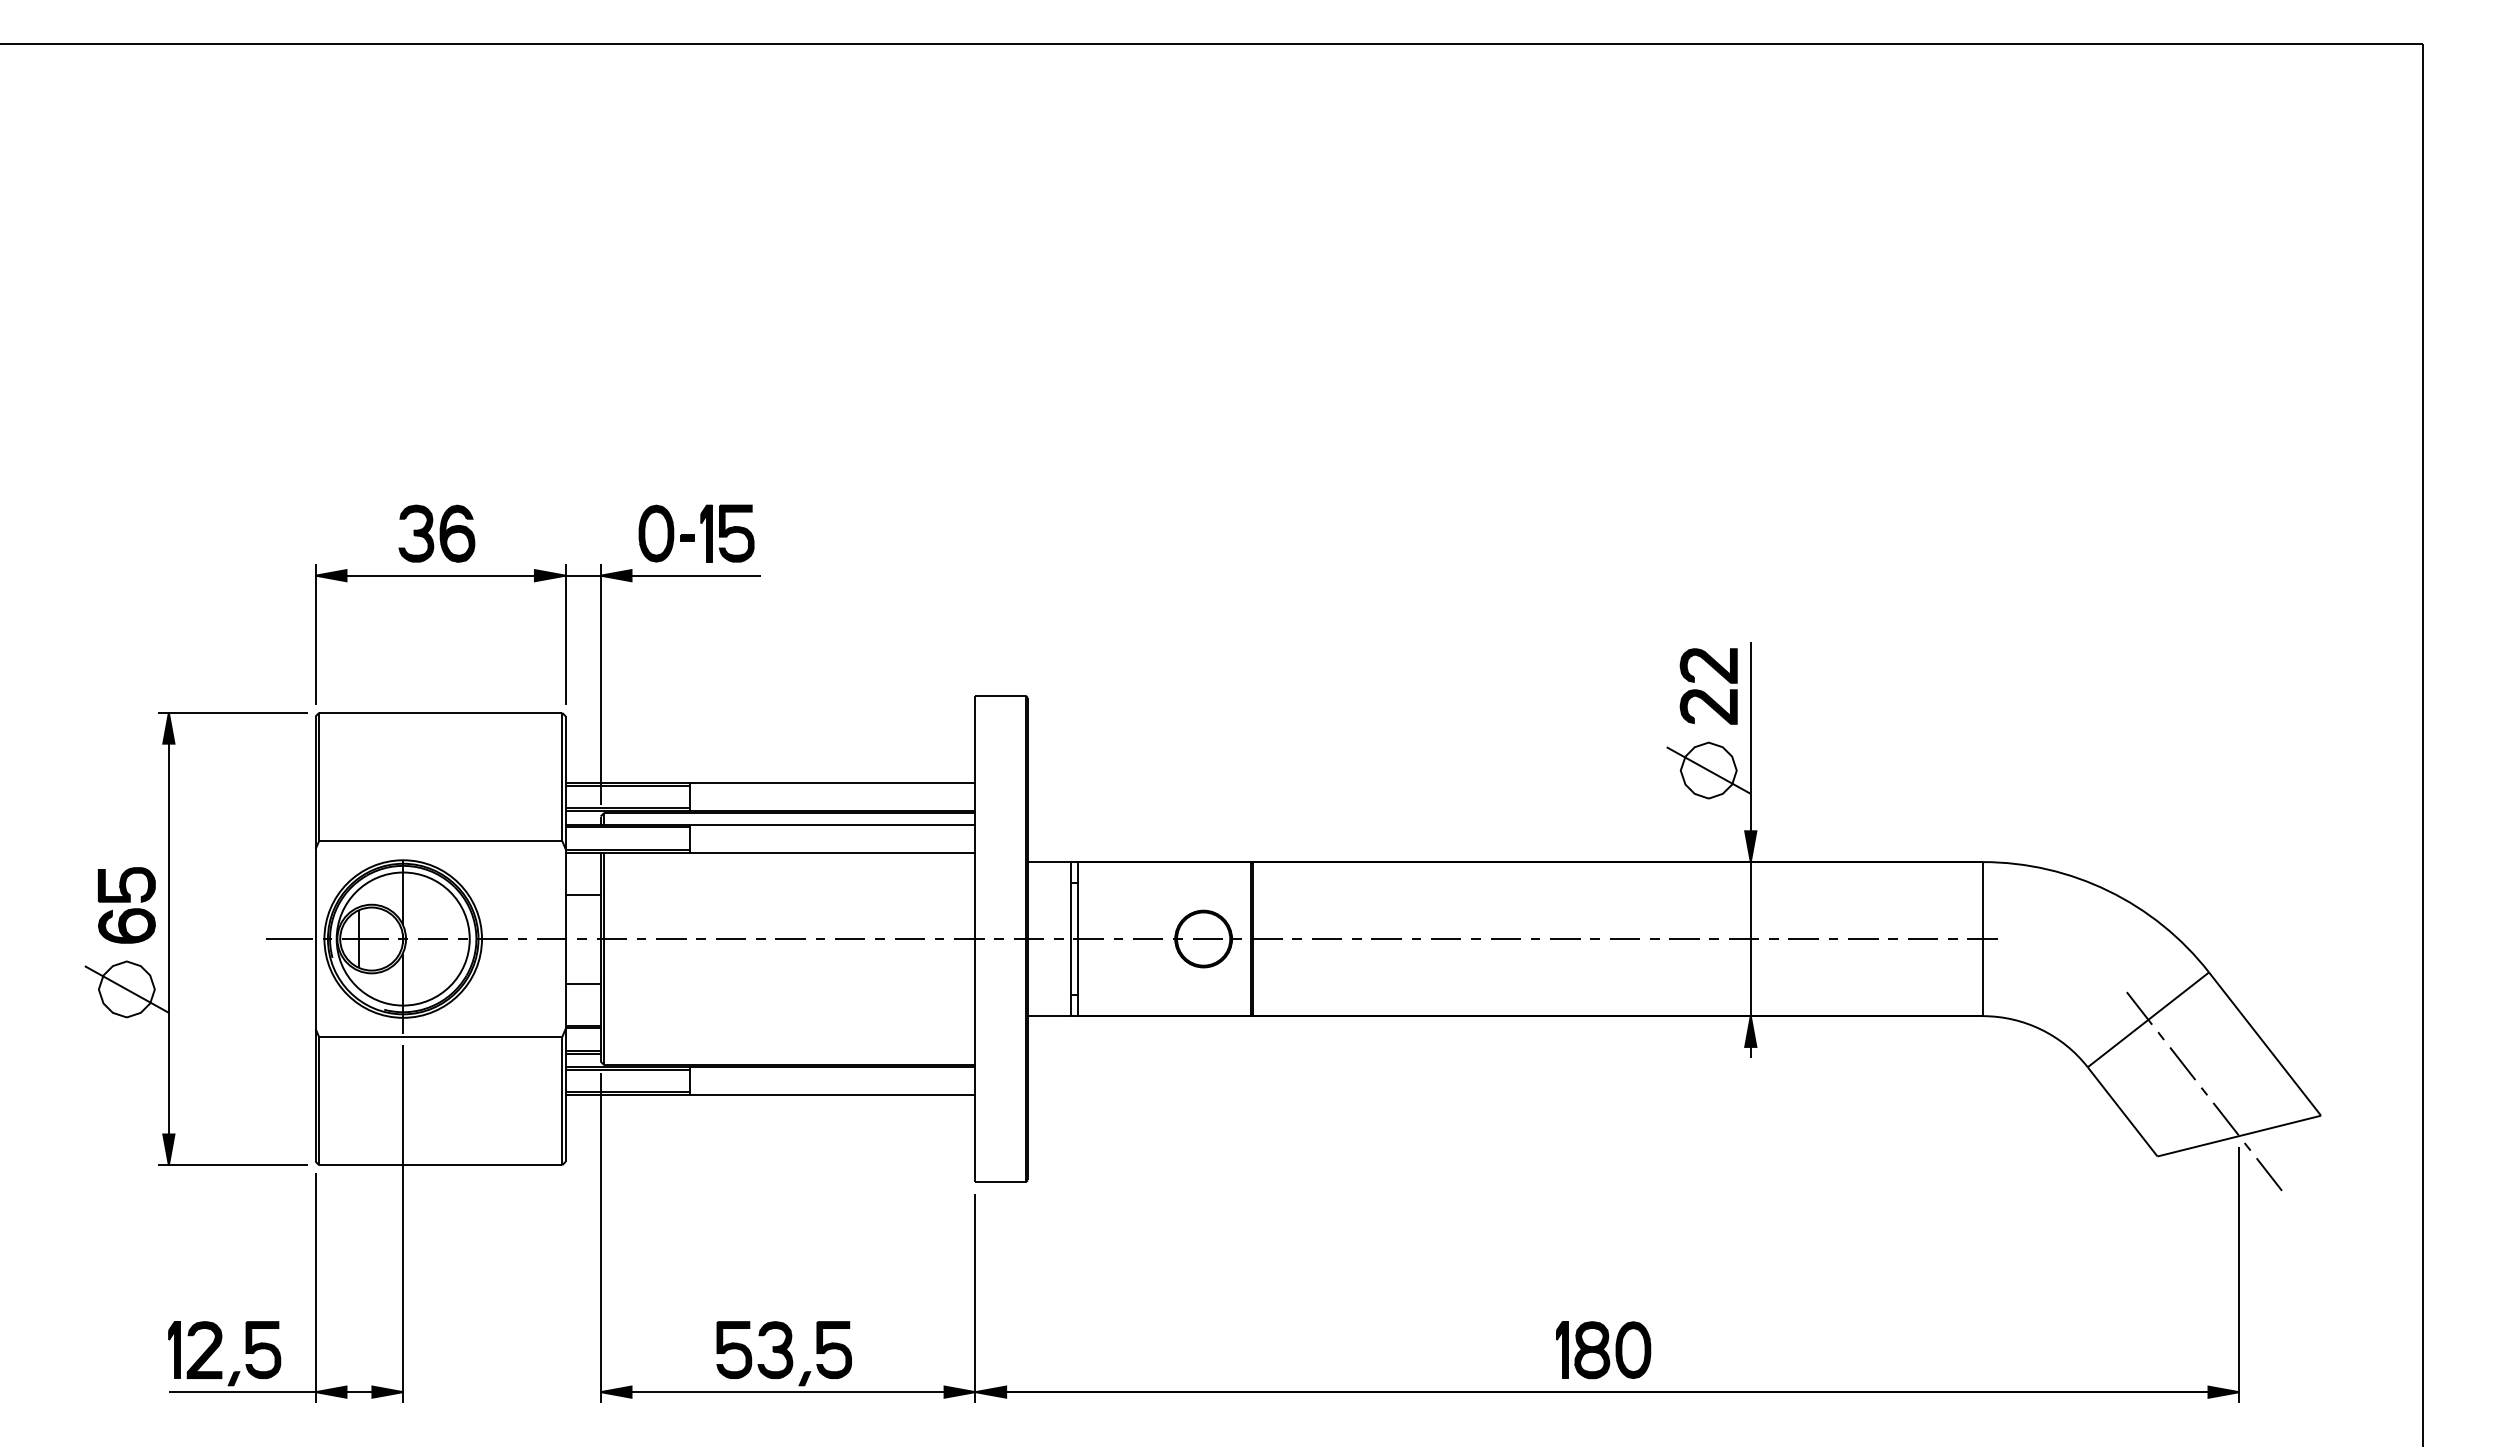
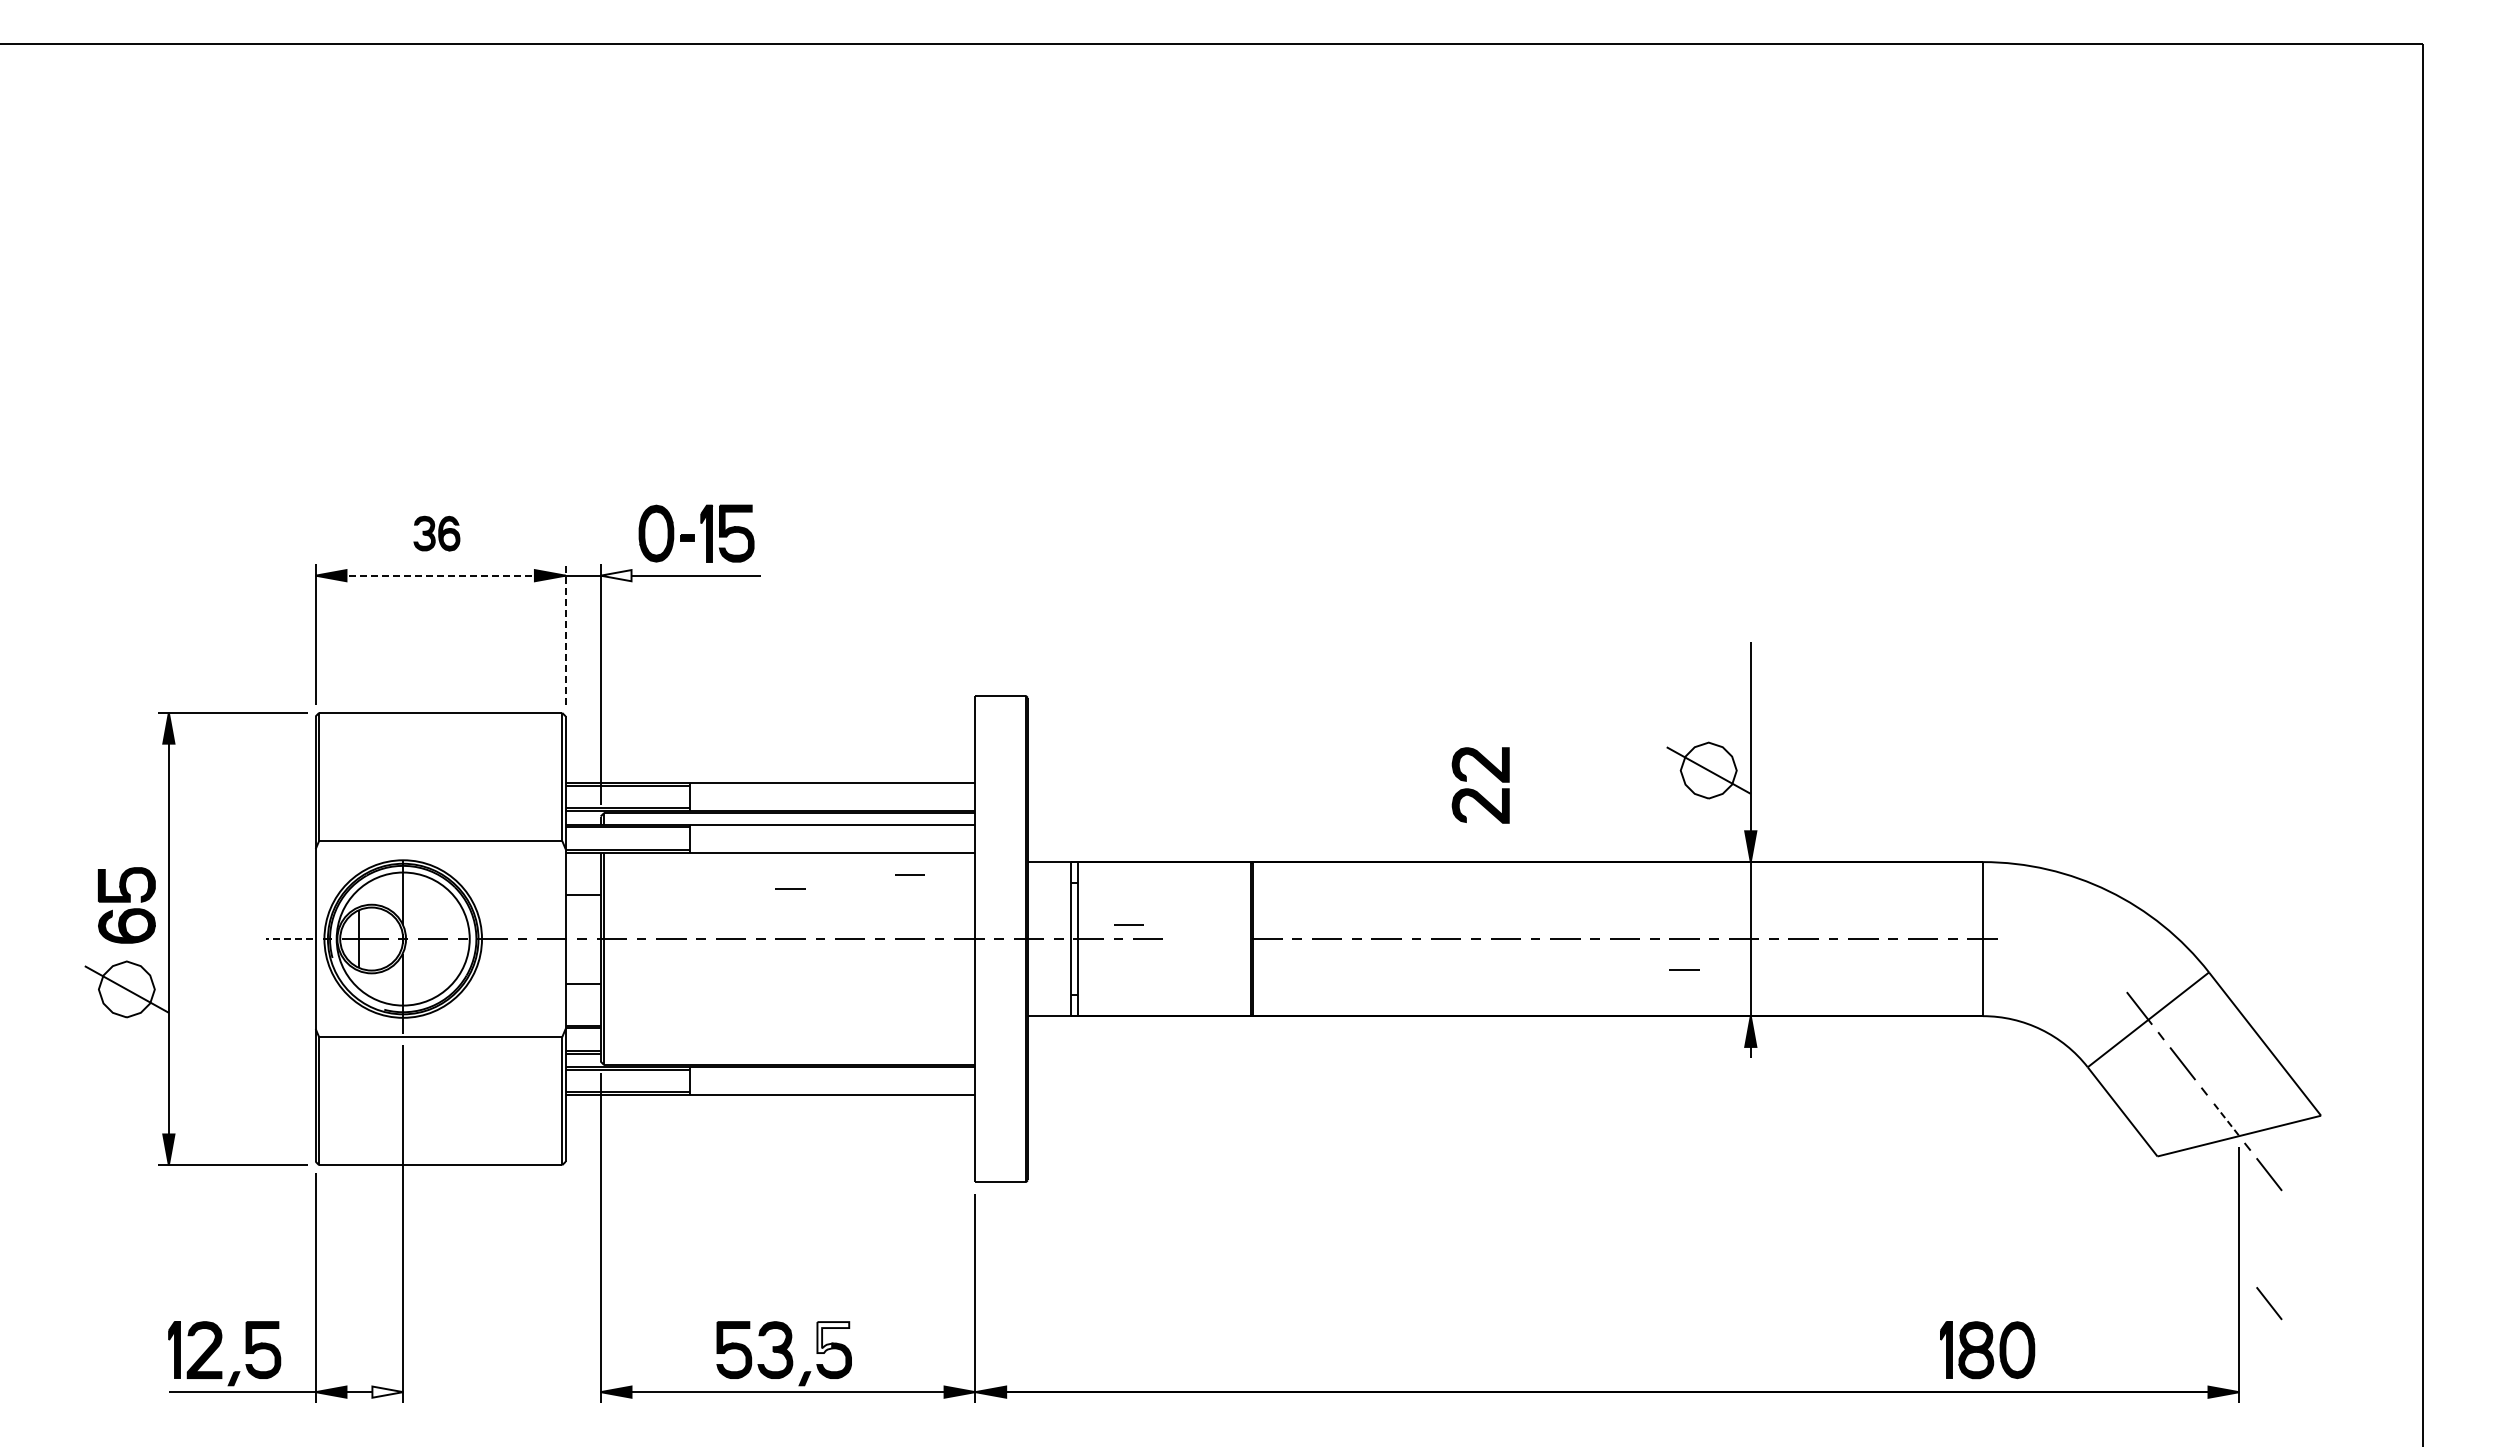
part at (436, 533) size: 78x59 px -> 48x37 px
line at (425, 575): solid -> dashed
fill at (615, 575): present -> none
line at (565, 634): solid -> dashed
part at (1704, 691) position: (1704, 691) -> (1476, 790)
line at (909, 874): none -> present
line at (790, 888): none -> present
line at (1128, 924): none -> present
part at (1207, 938): present -> none
line at (289, 939): solid -> dashed
line at (1684, 969): none -> present
line at (2226, 1119): solid -> dashed
line at (2269, 1303): none -> present
fill at (833, 1337): present -> none
part at (1603, 1350) position: (1603, 1350) -> (1987, 1350)
fill at (387, 1391): present -> none
